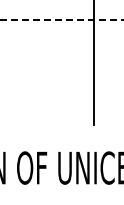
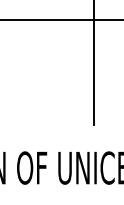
line at (61, 19): dashed -> solid
